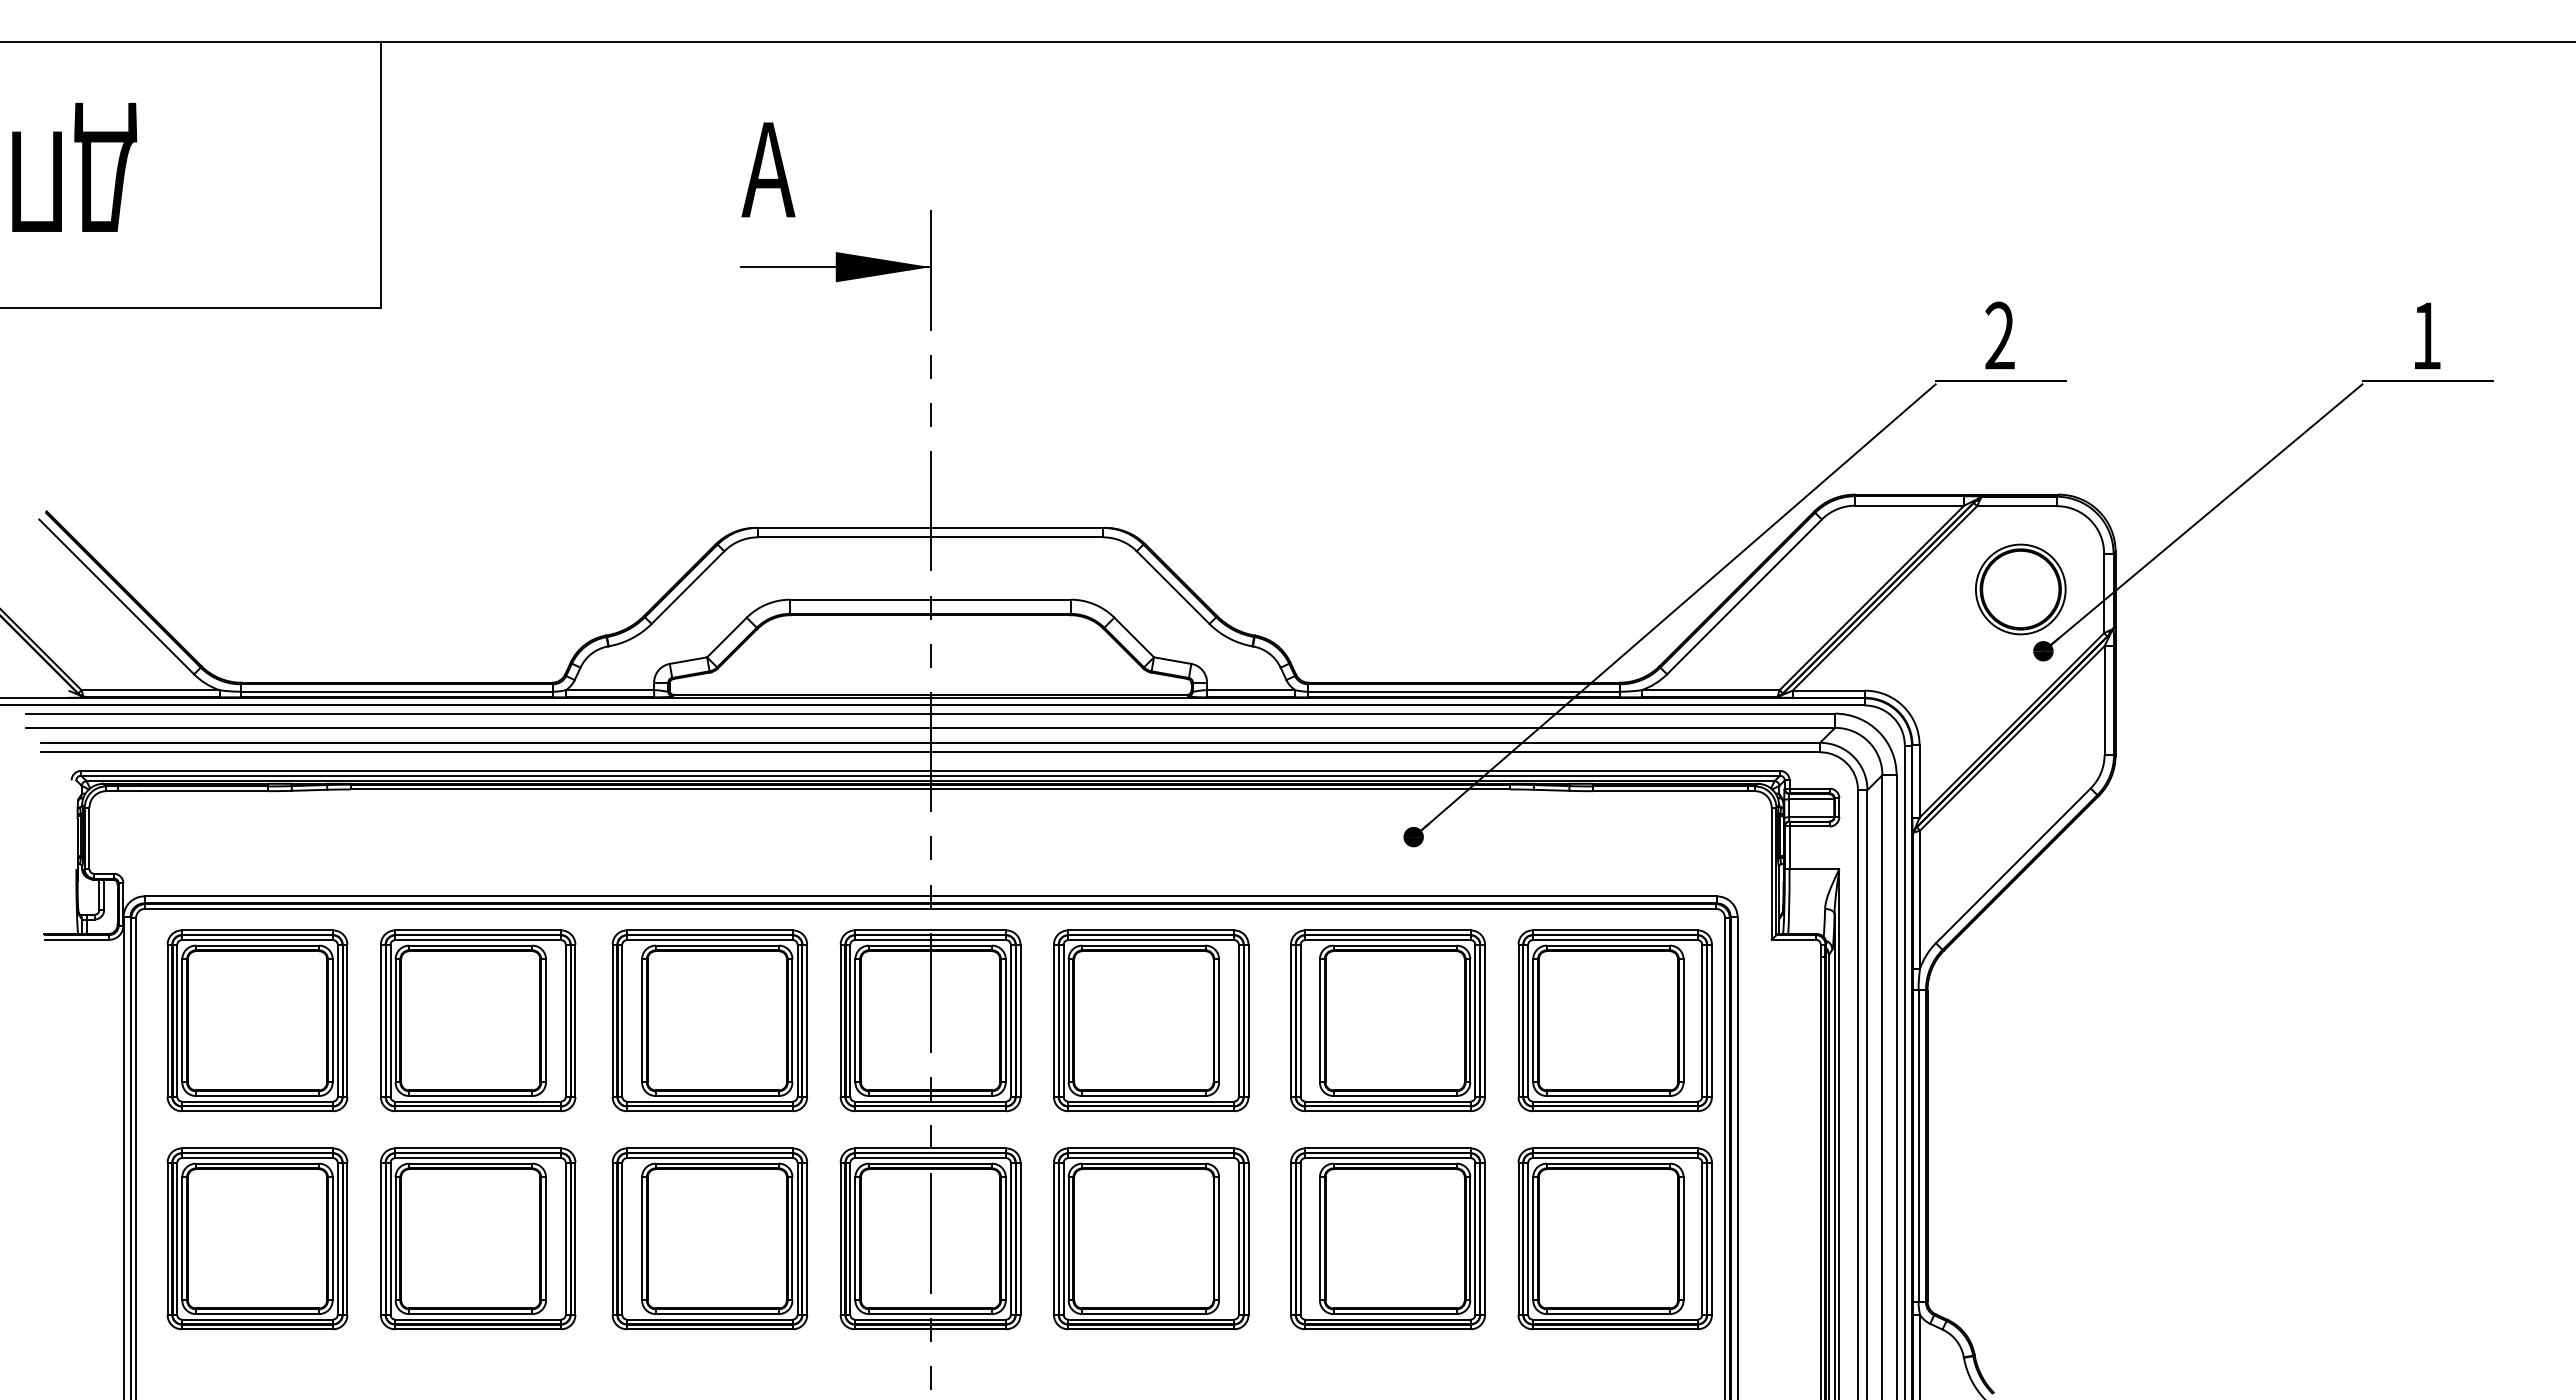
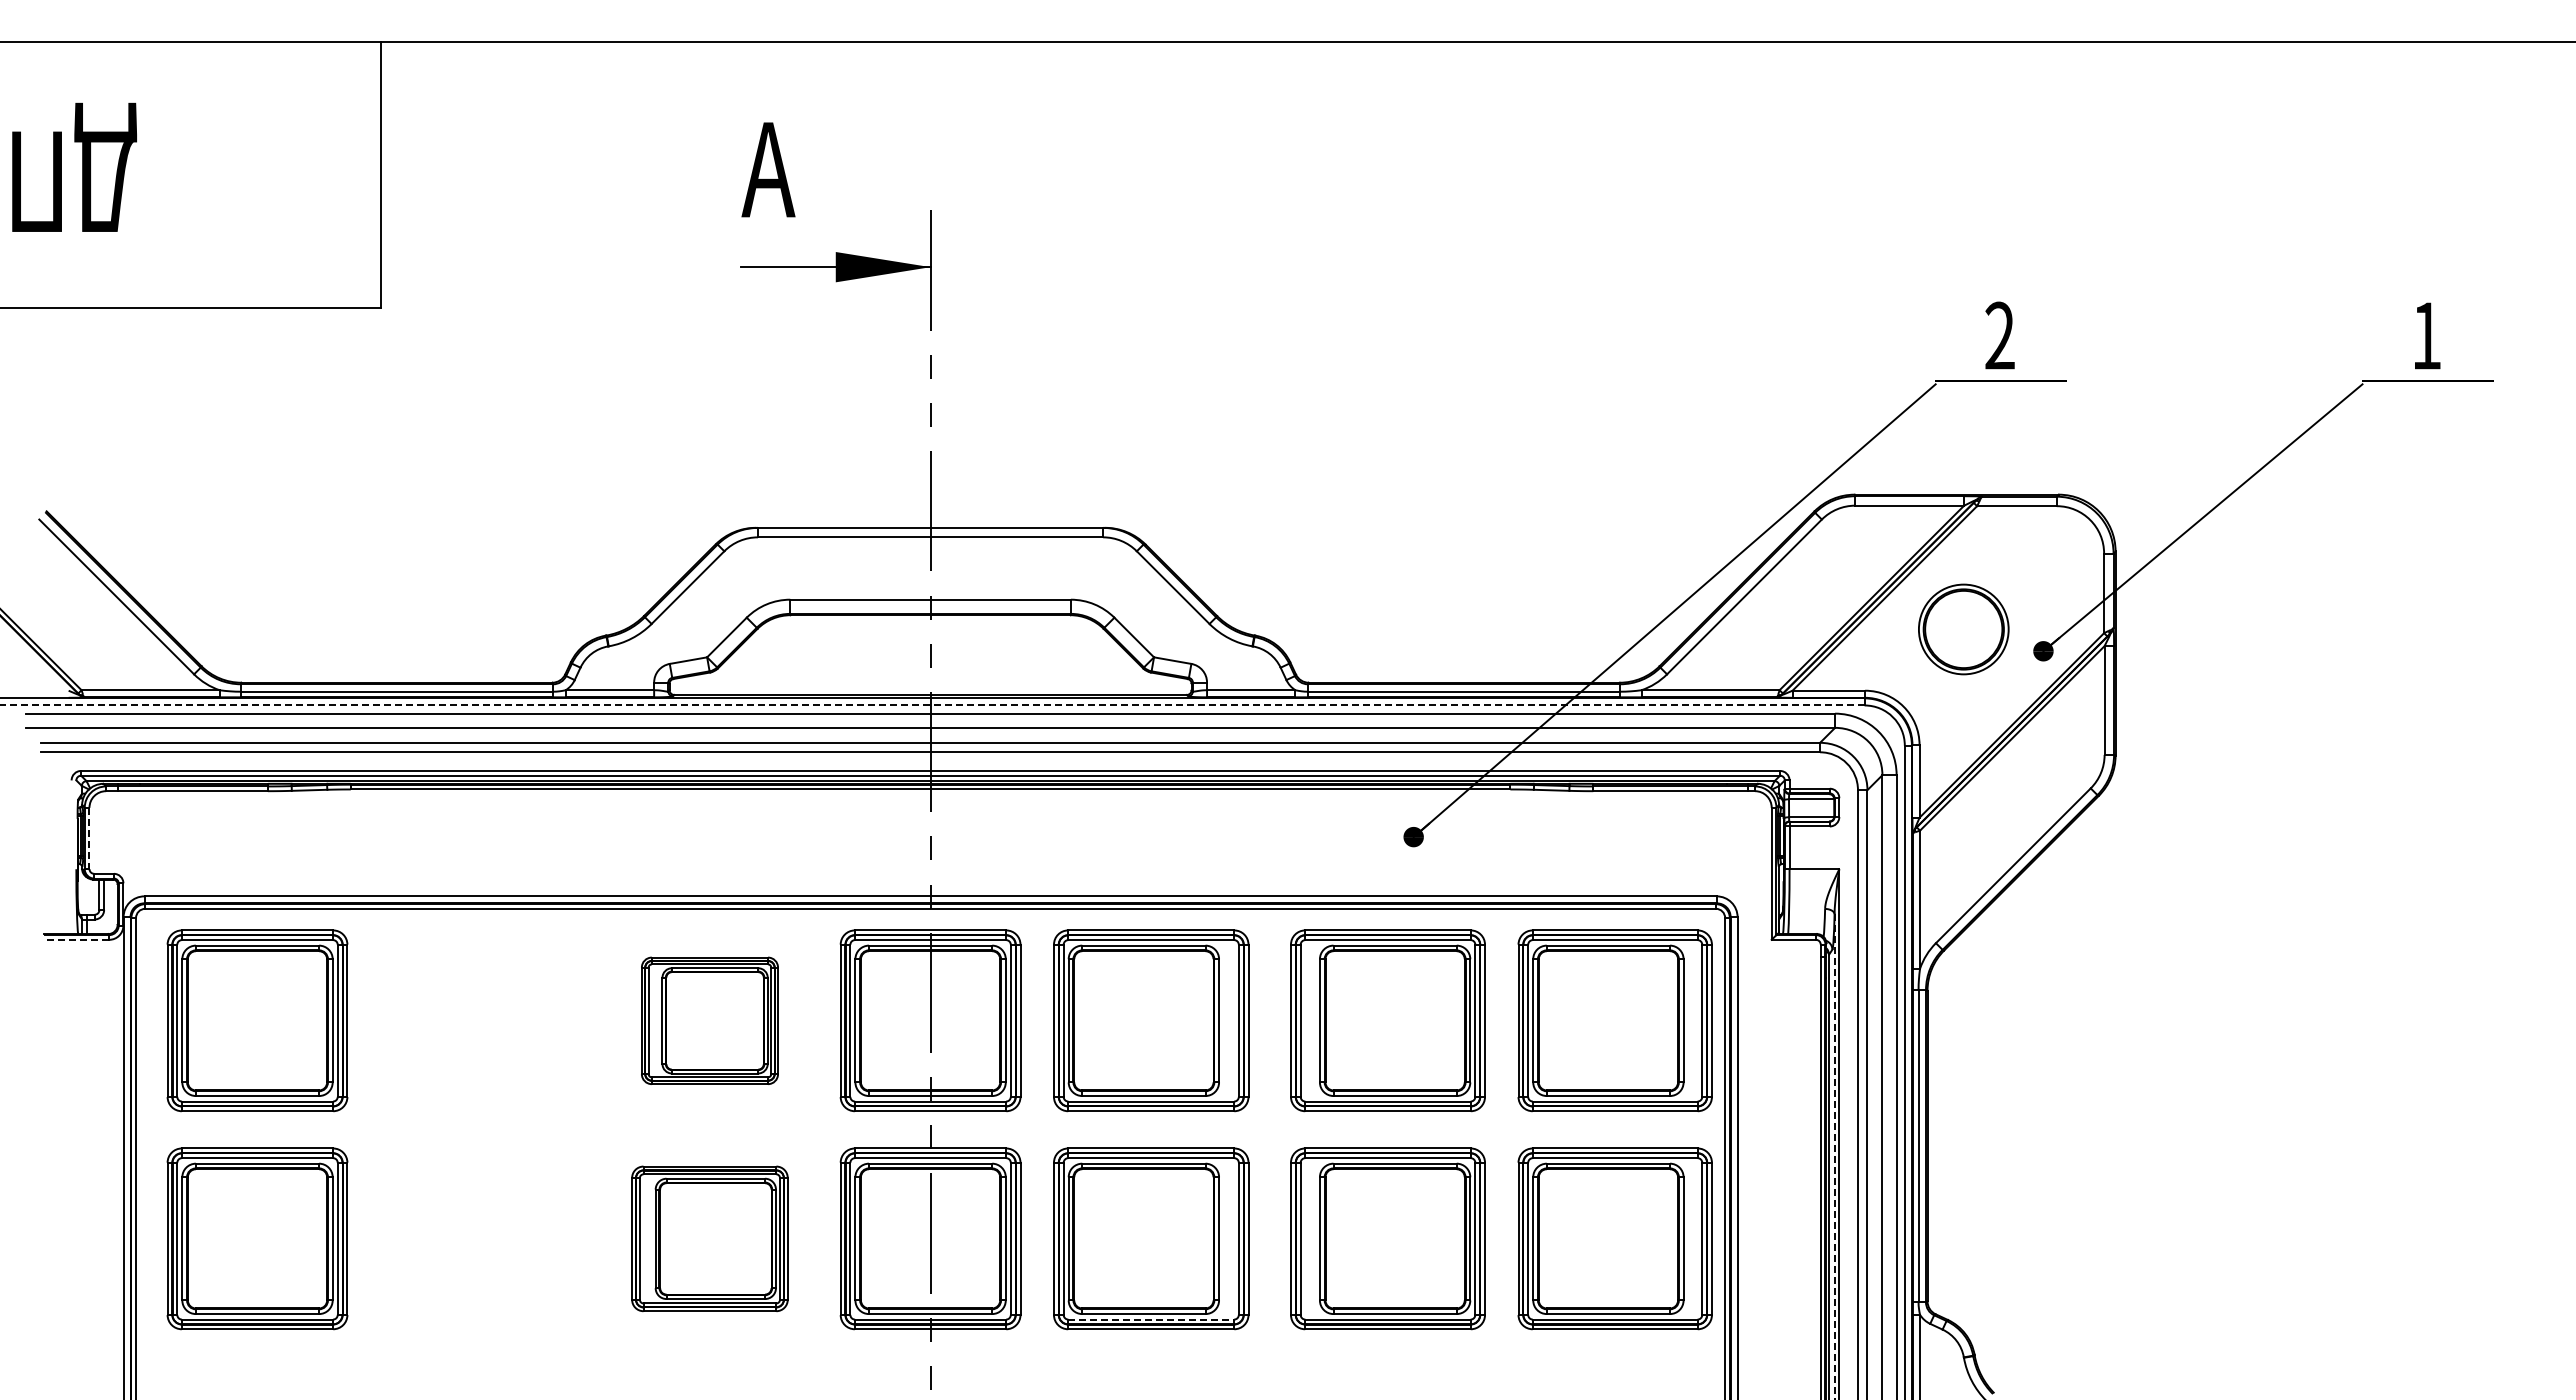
part at (2020, 589) position: (2020, 589) -> (1963, 629)
line at (932, 705): solid -> dashed
line at (89, 838): solid -> dashed
line at (76, 939): solid -> dashed
part at (478, 1020): present -> none
part at (709, 1020) size: 198x184 px -> 138x129 px
line at (1834, 1156): solid -> dashed
part at (478, 1238): present -> none
part at (709, 1238) size: 198x184 px -> 158x148 px
line at (1151, 1319): solid -> dashed
